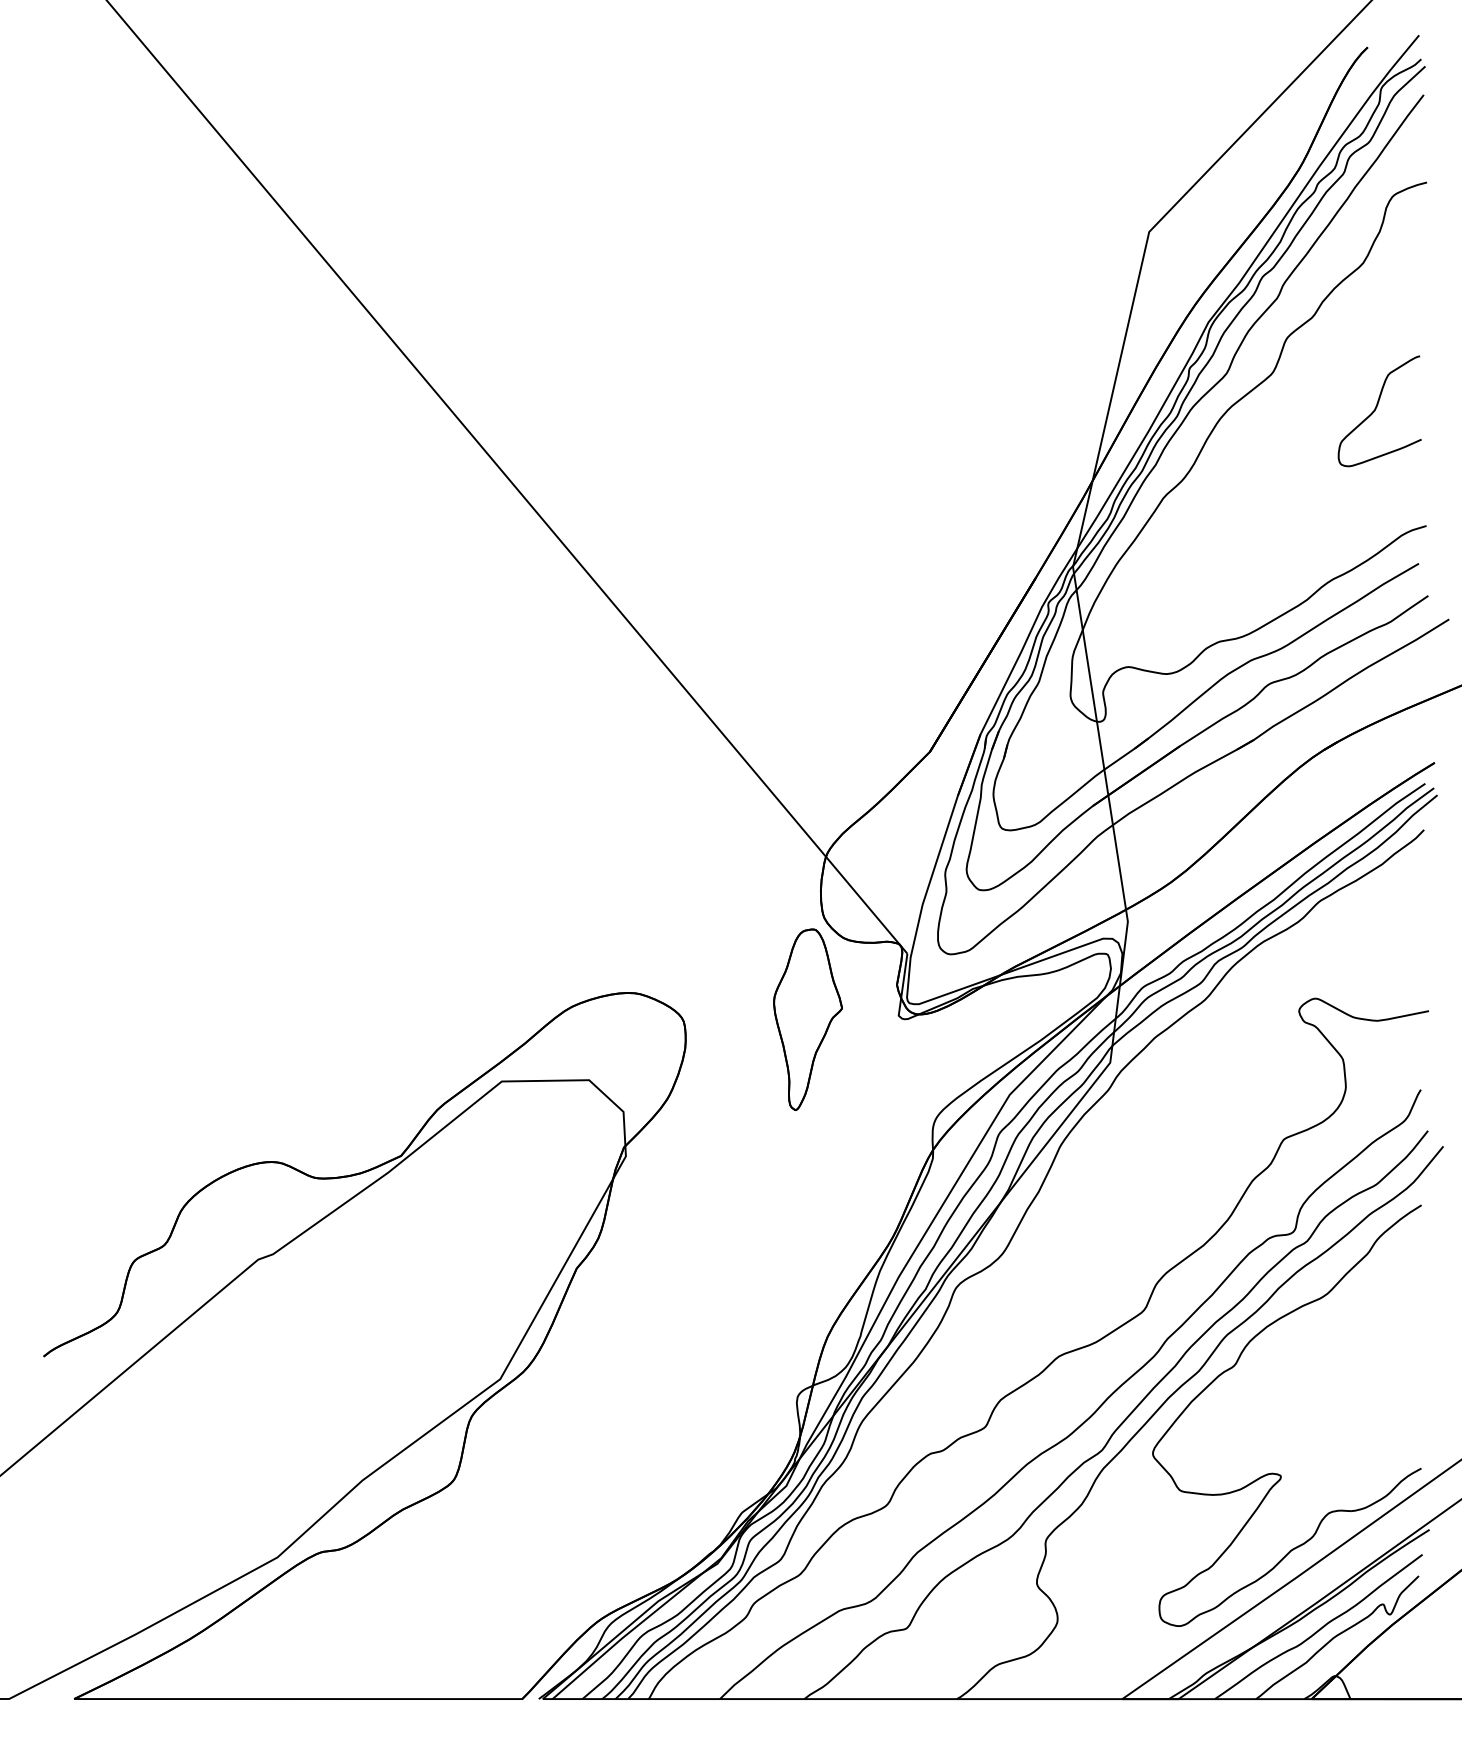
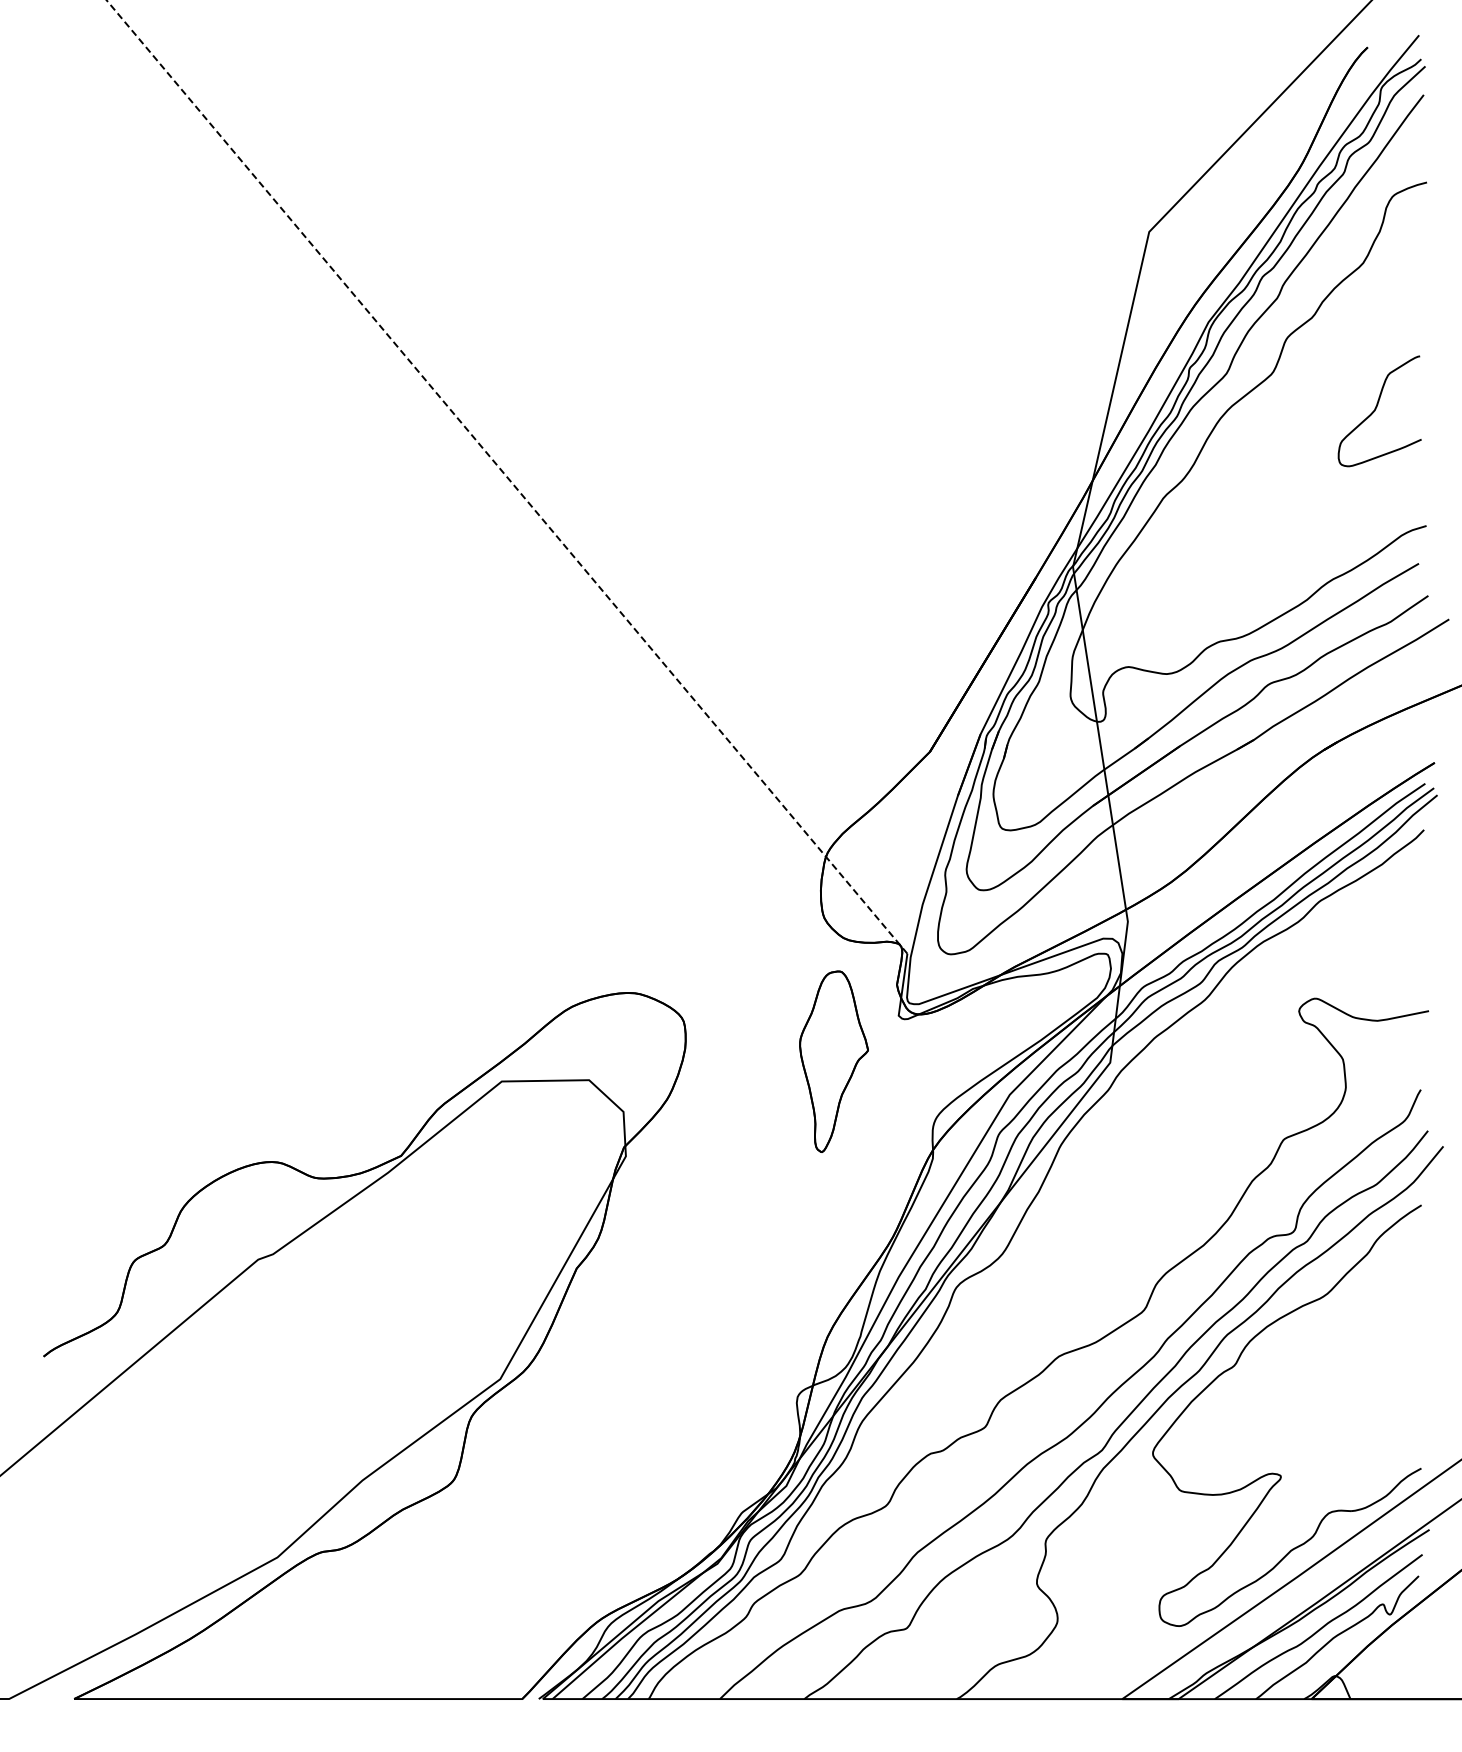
line at (506, 476): solid -> dashed
part at (807, 1019) position: (807, 1019) -> (833, 1061)
